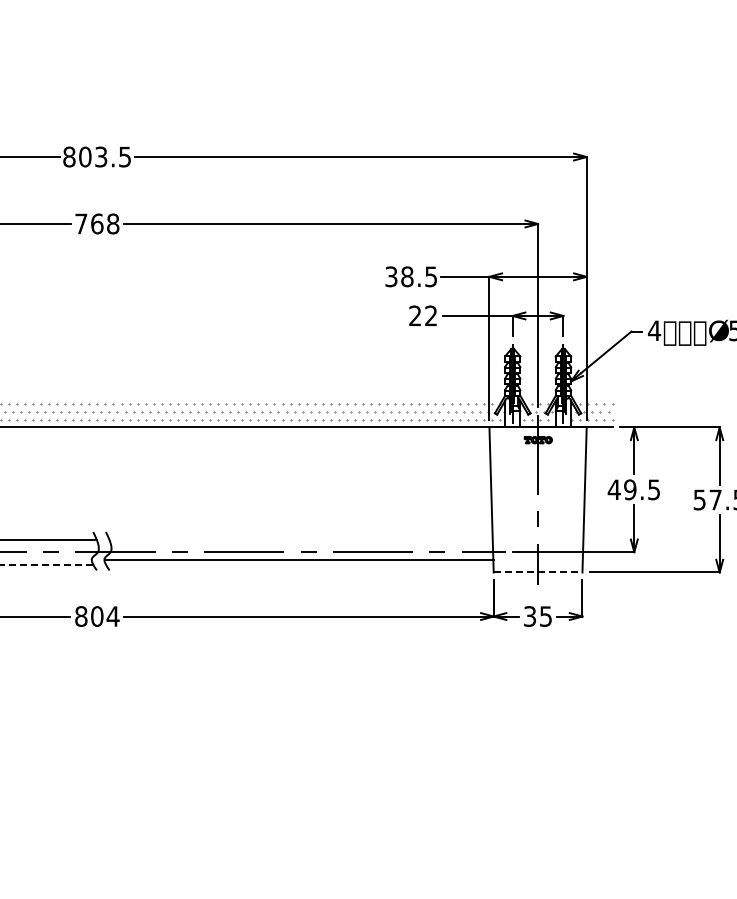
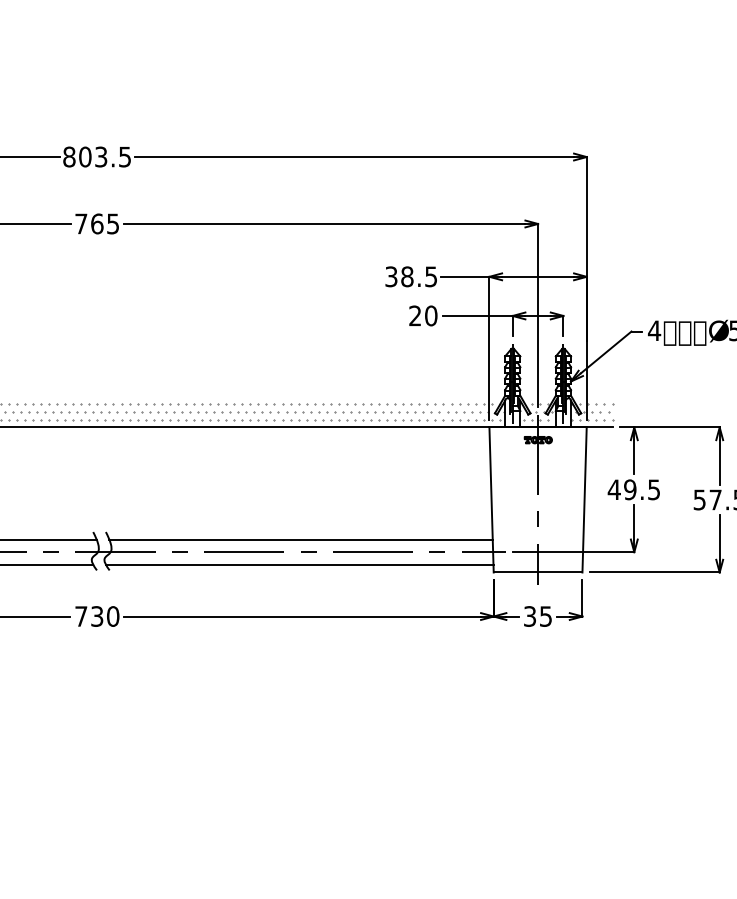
text at (113, 223): 768 -> 765
text at (431, 315): 22 -> 20
line at (300, 539): none -> present
line at (299, 559) position: (299, 559) -> (299, 564)
line at (47, 564): dashed -> solid
line at (538, 572): dashed -> solid
text at (97, 616): 804 -> 730
